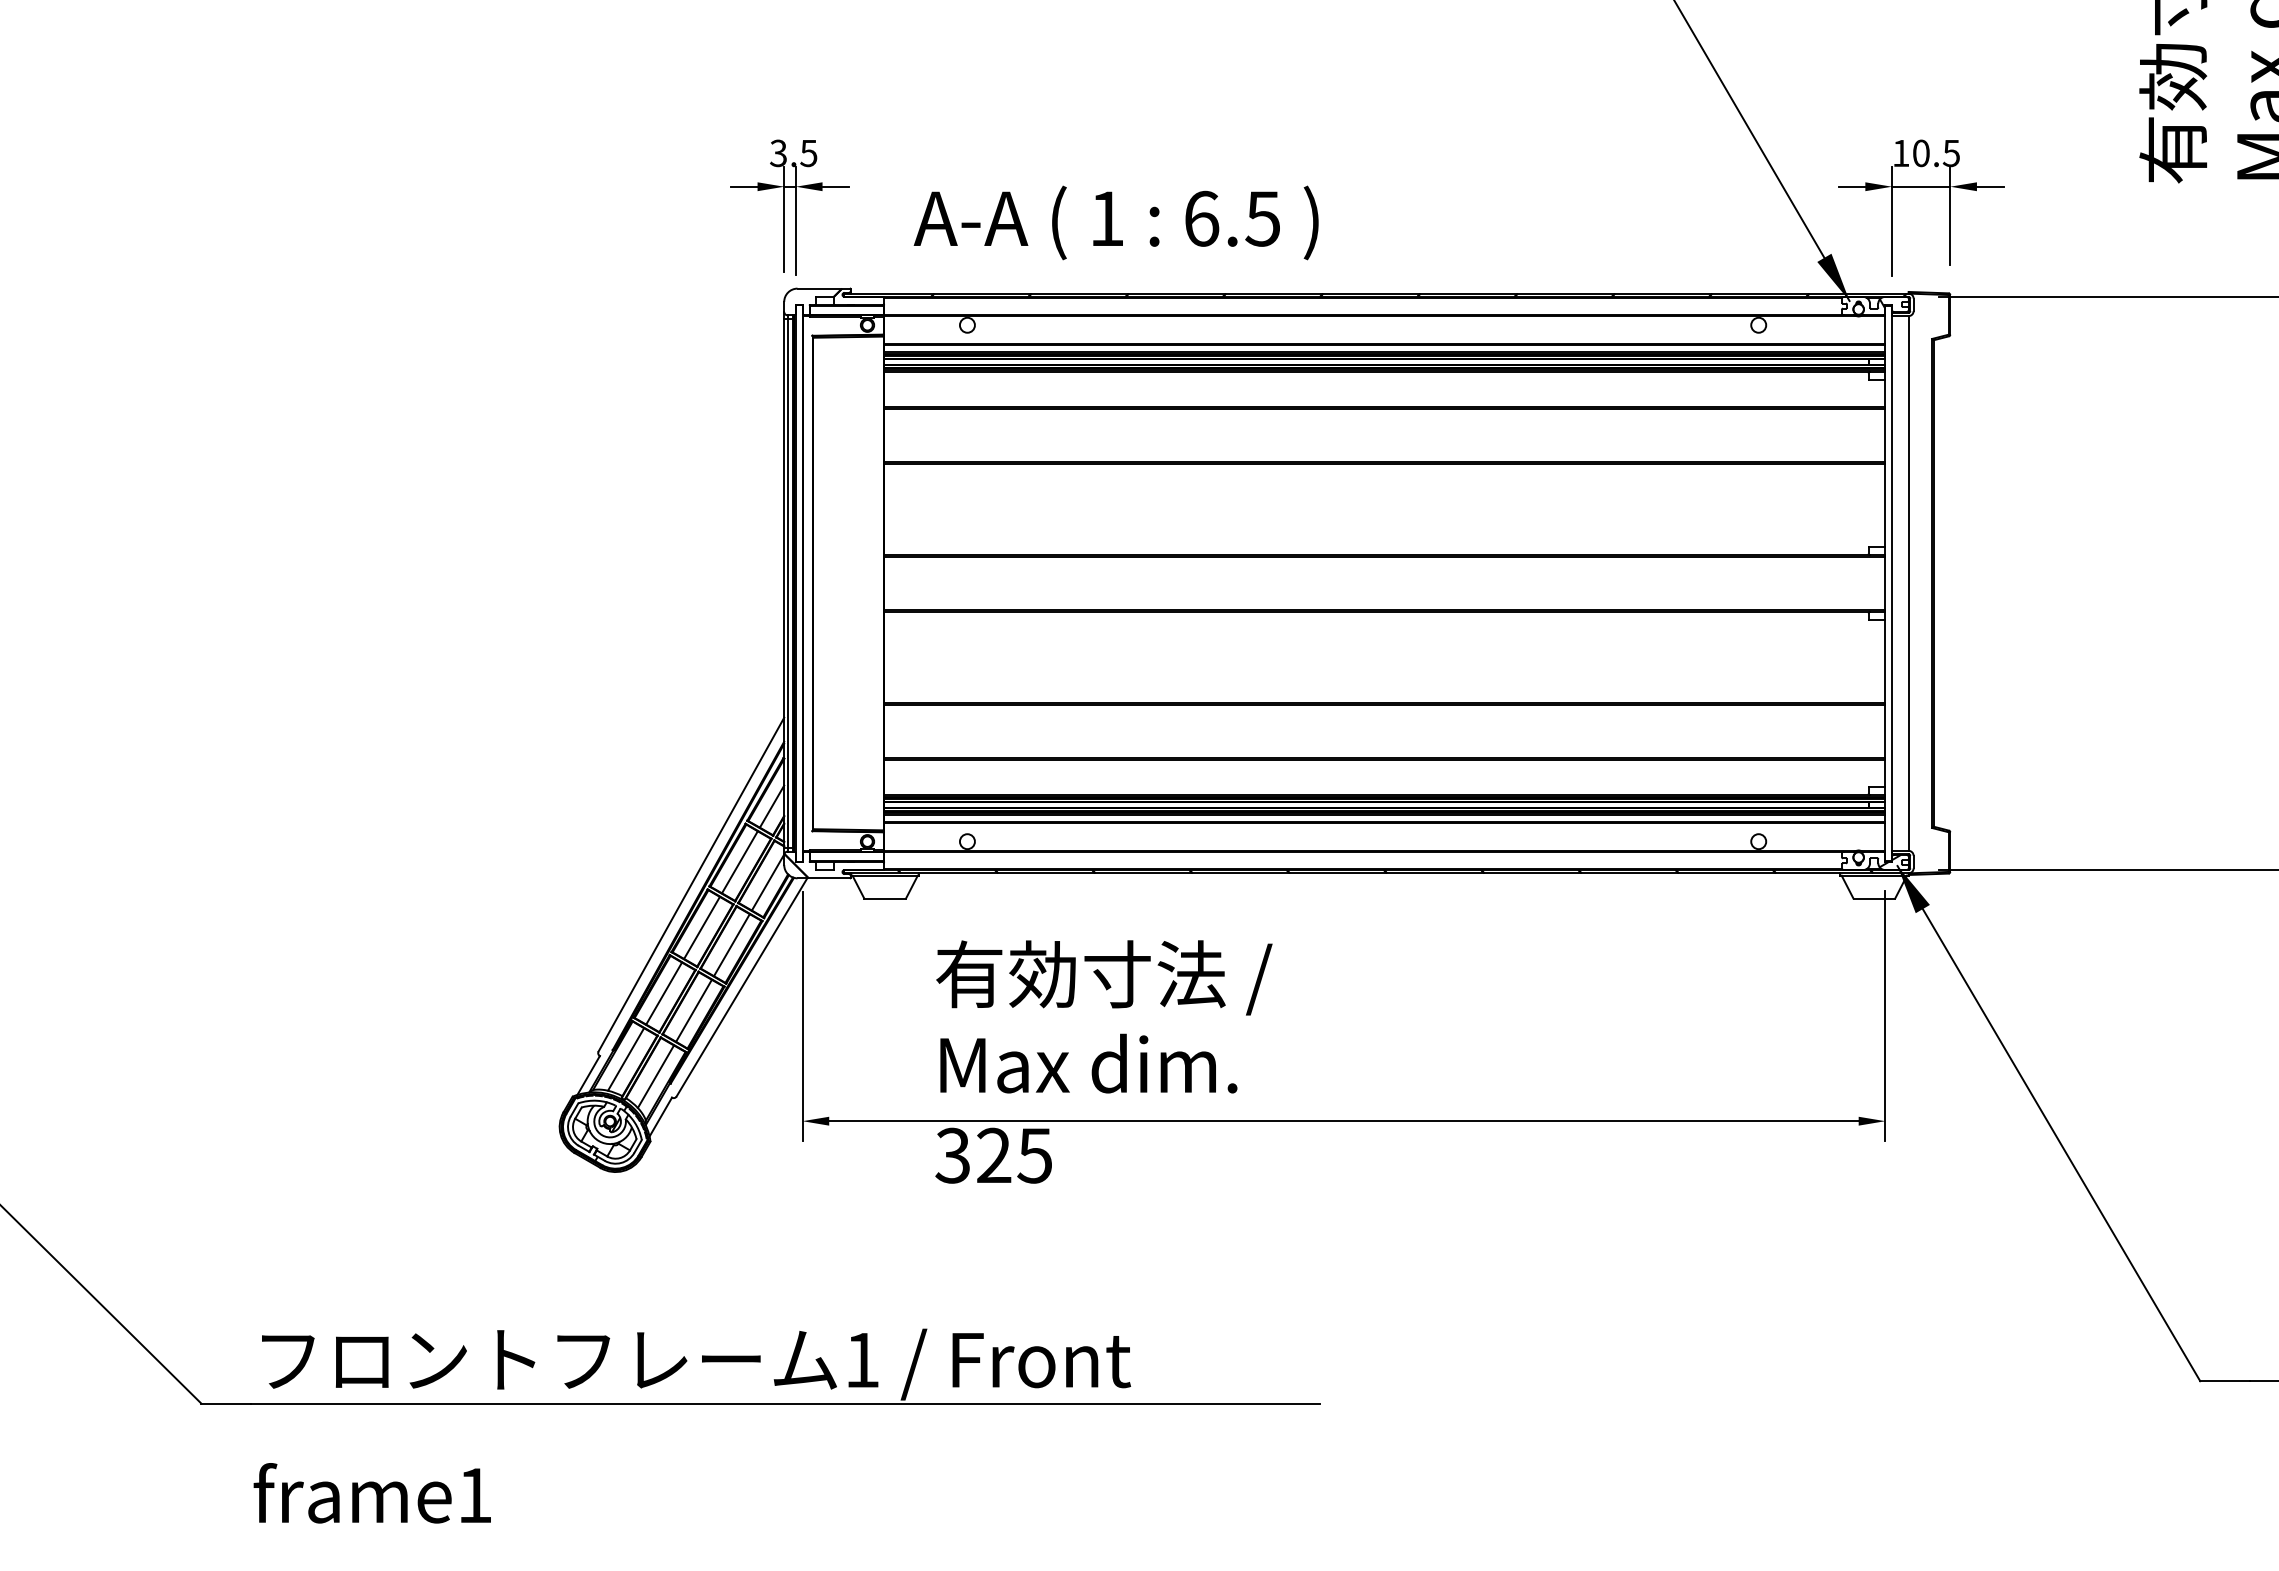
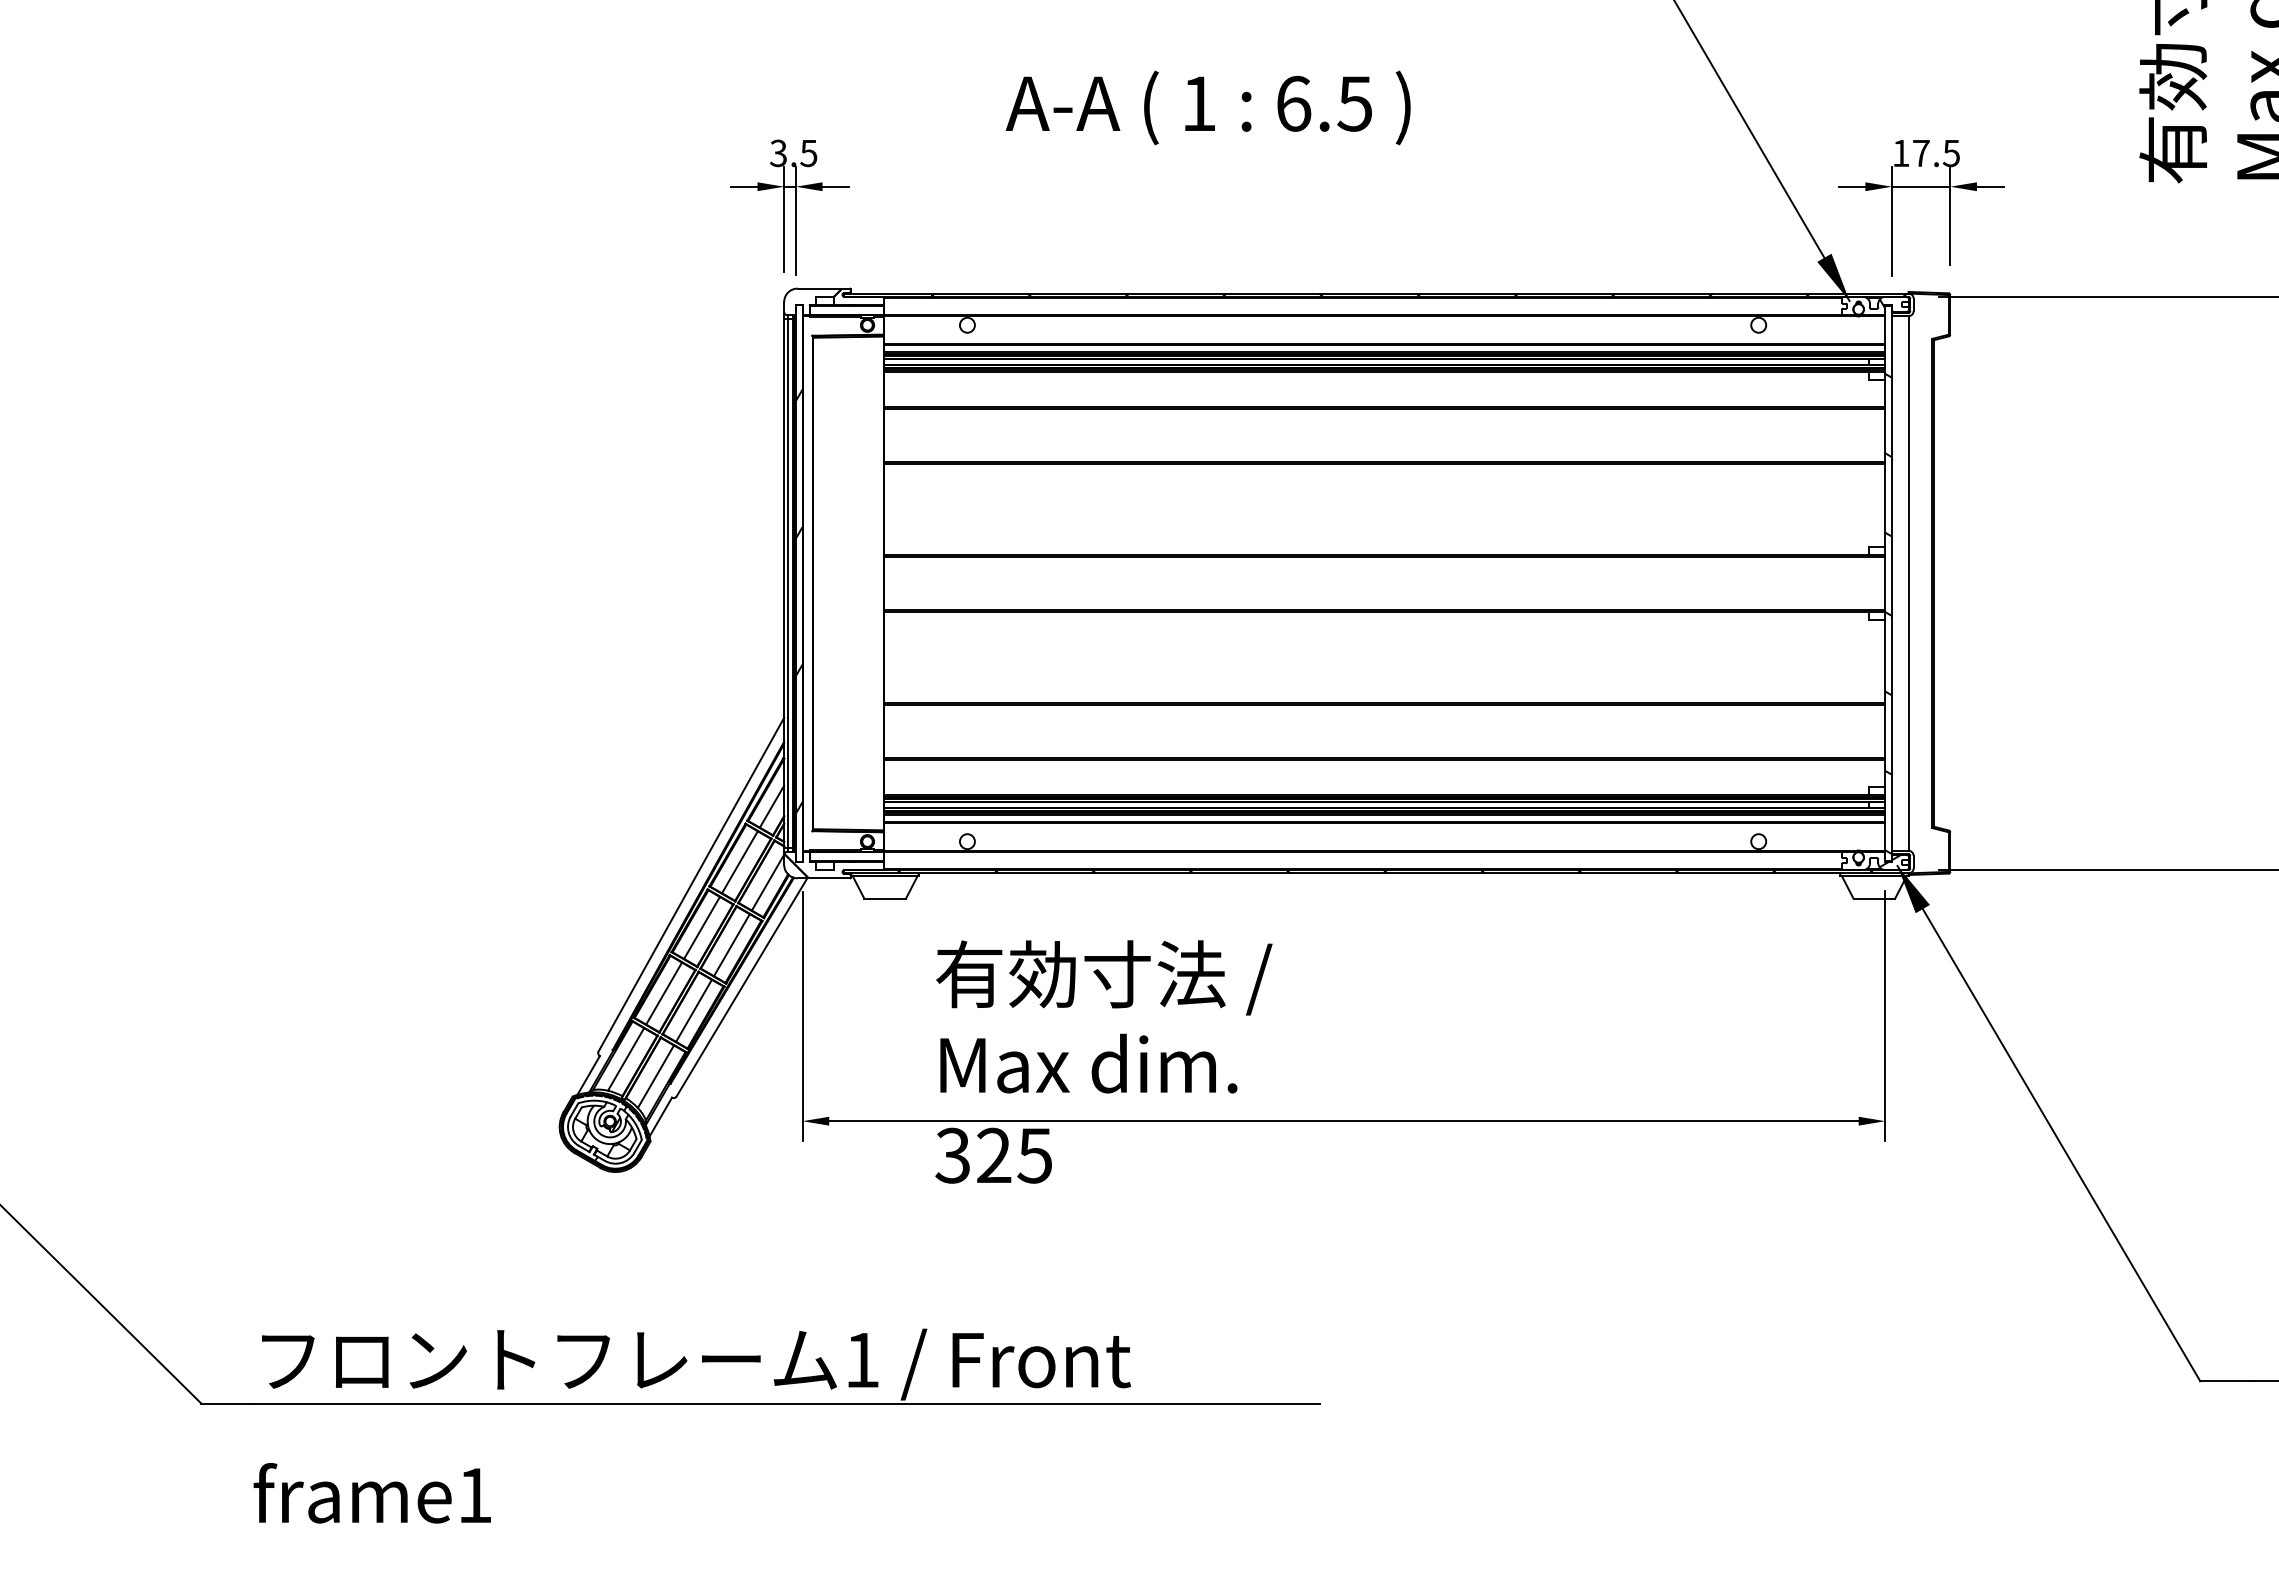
text at (1921, 153): 10.5 -> 17.5
text at (1115, 222) position: (1115, 222) -> (1207, 107)
hatch at (798, 601): none -> present
hatch at (1888, 613): none -> present
